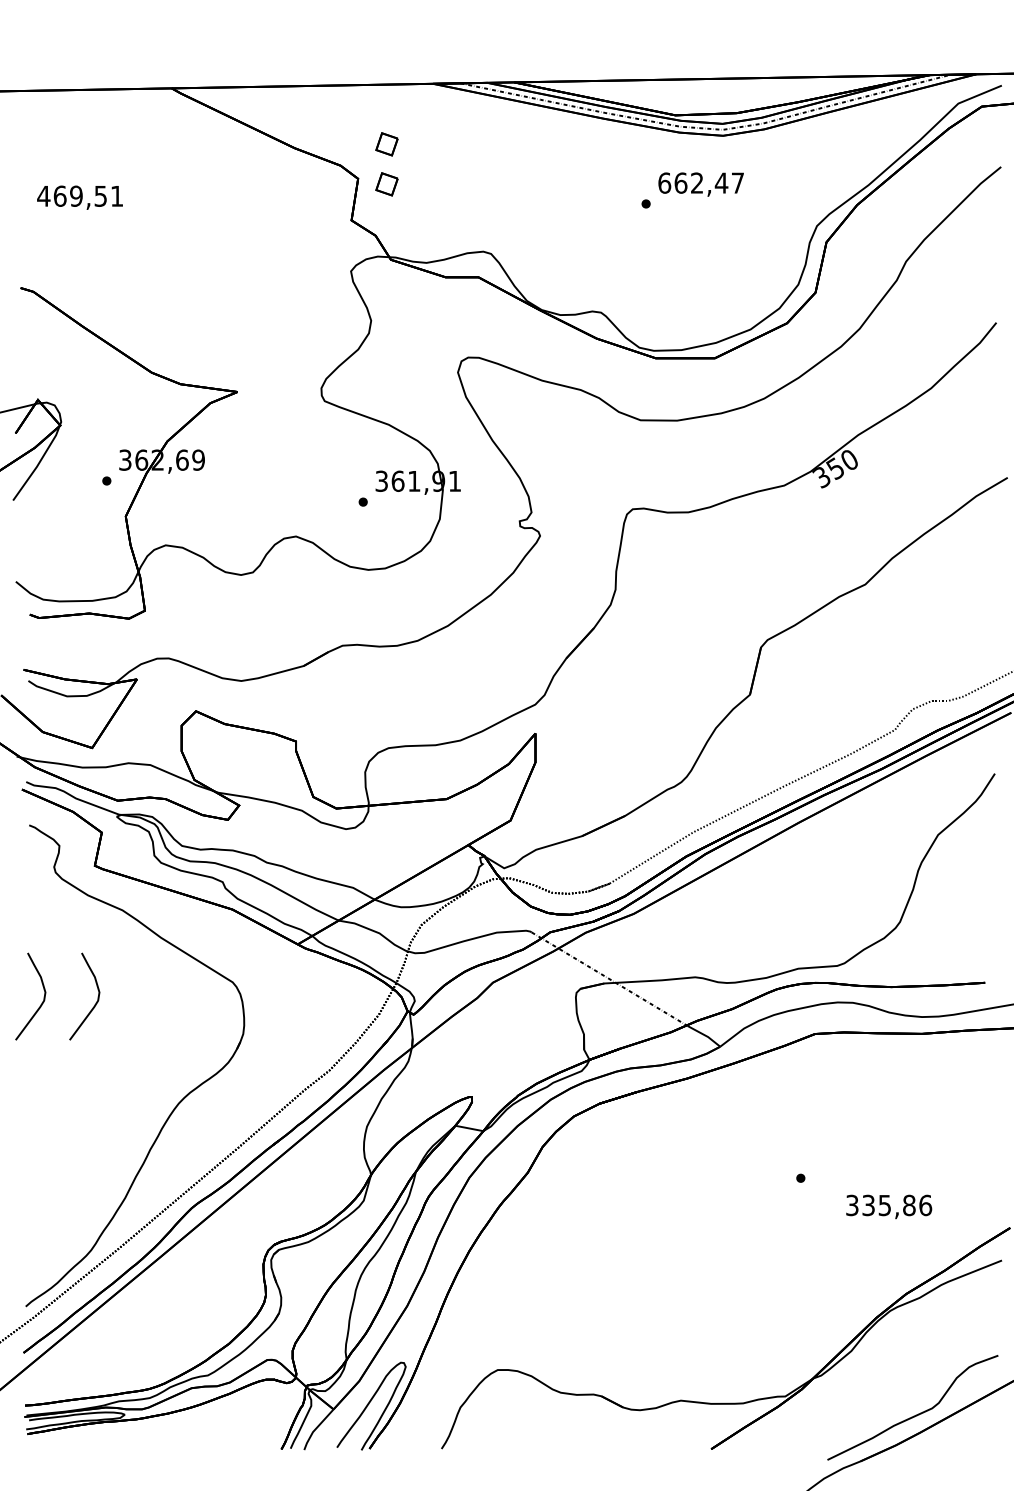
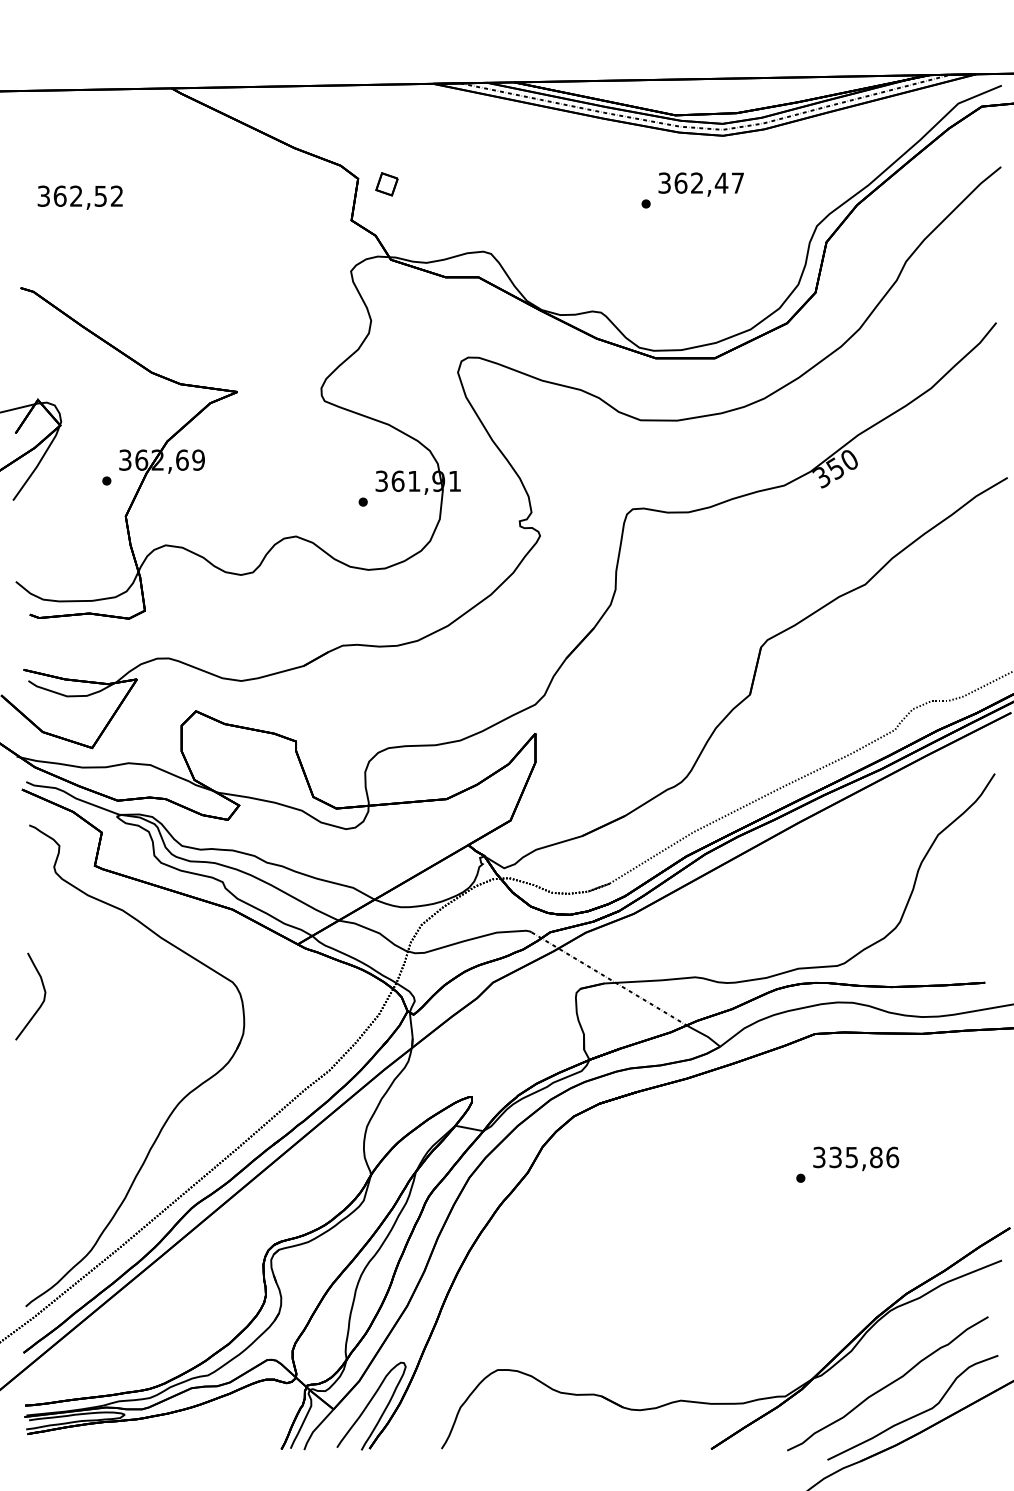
part at (386, 144): present -> none
text at (664, 182): 662,47 -> 362,47
text at (79, 195): 469,51 -> 362,52
curve at (94, 1004): present -> none
text at (889, 1206) position: (889, 1206) -> (856, 1158)
curve at (887, 1384): none -> present
